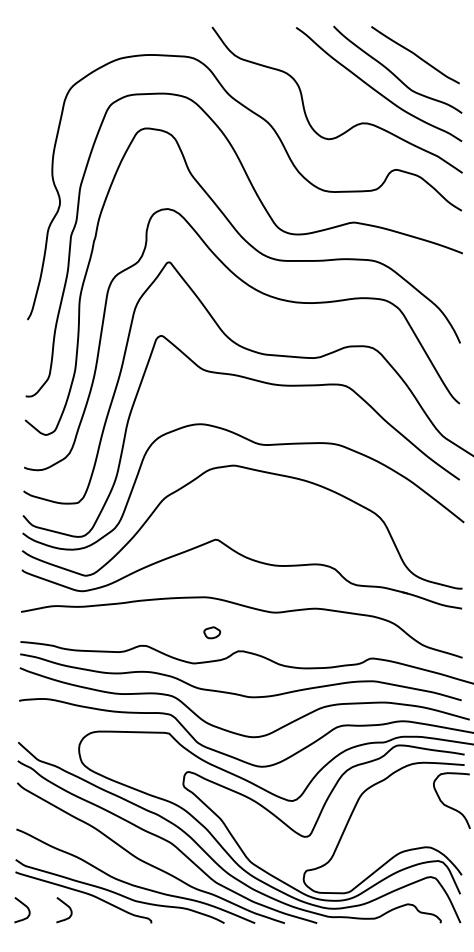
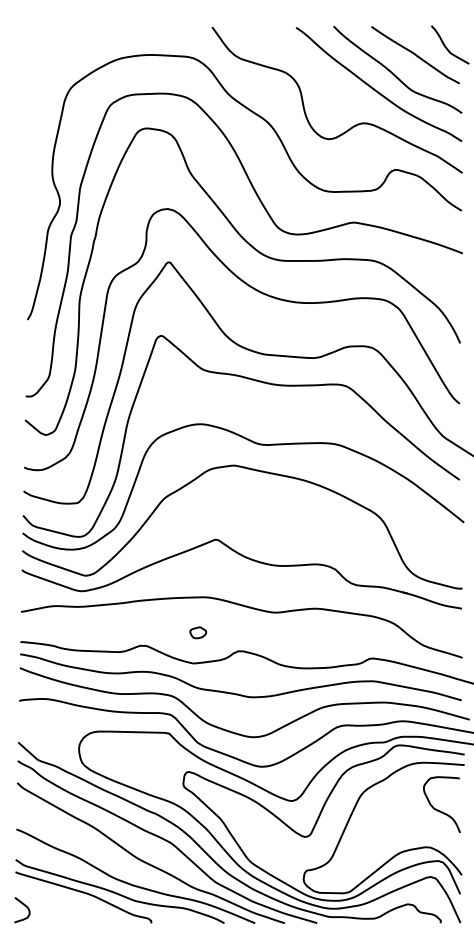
curve at (447, 47): none -> present
part at (212, 632) position: (212, 632) -> (198, 632)
curve at (448, 805) position: (448, 805) -> (438, 809)
curve at (66, 906): present -> none
